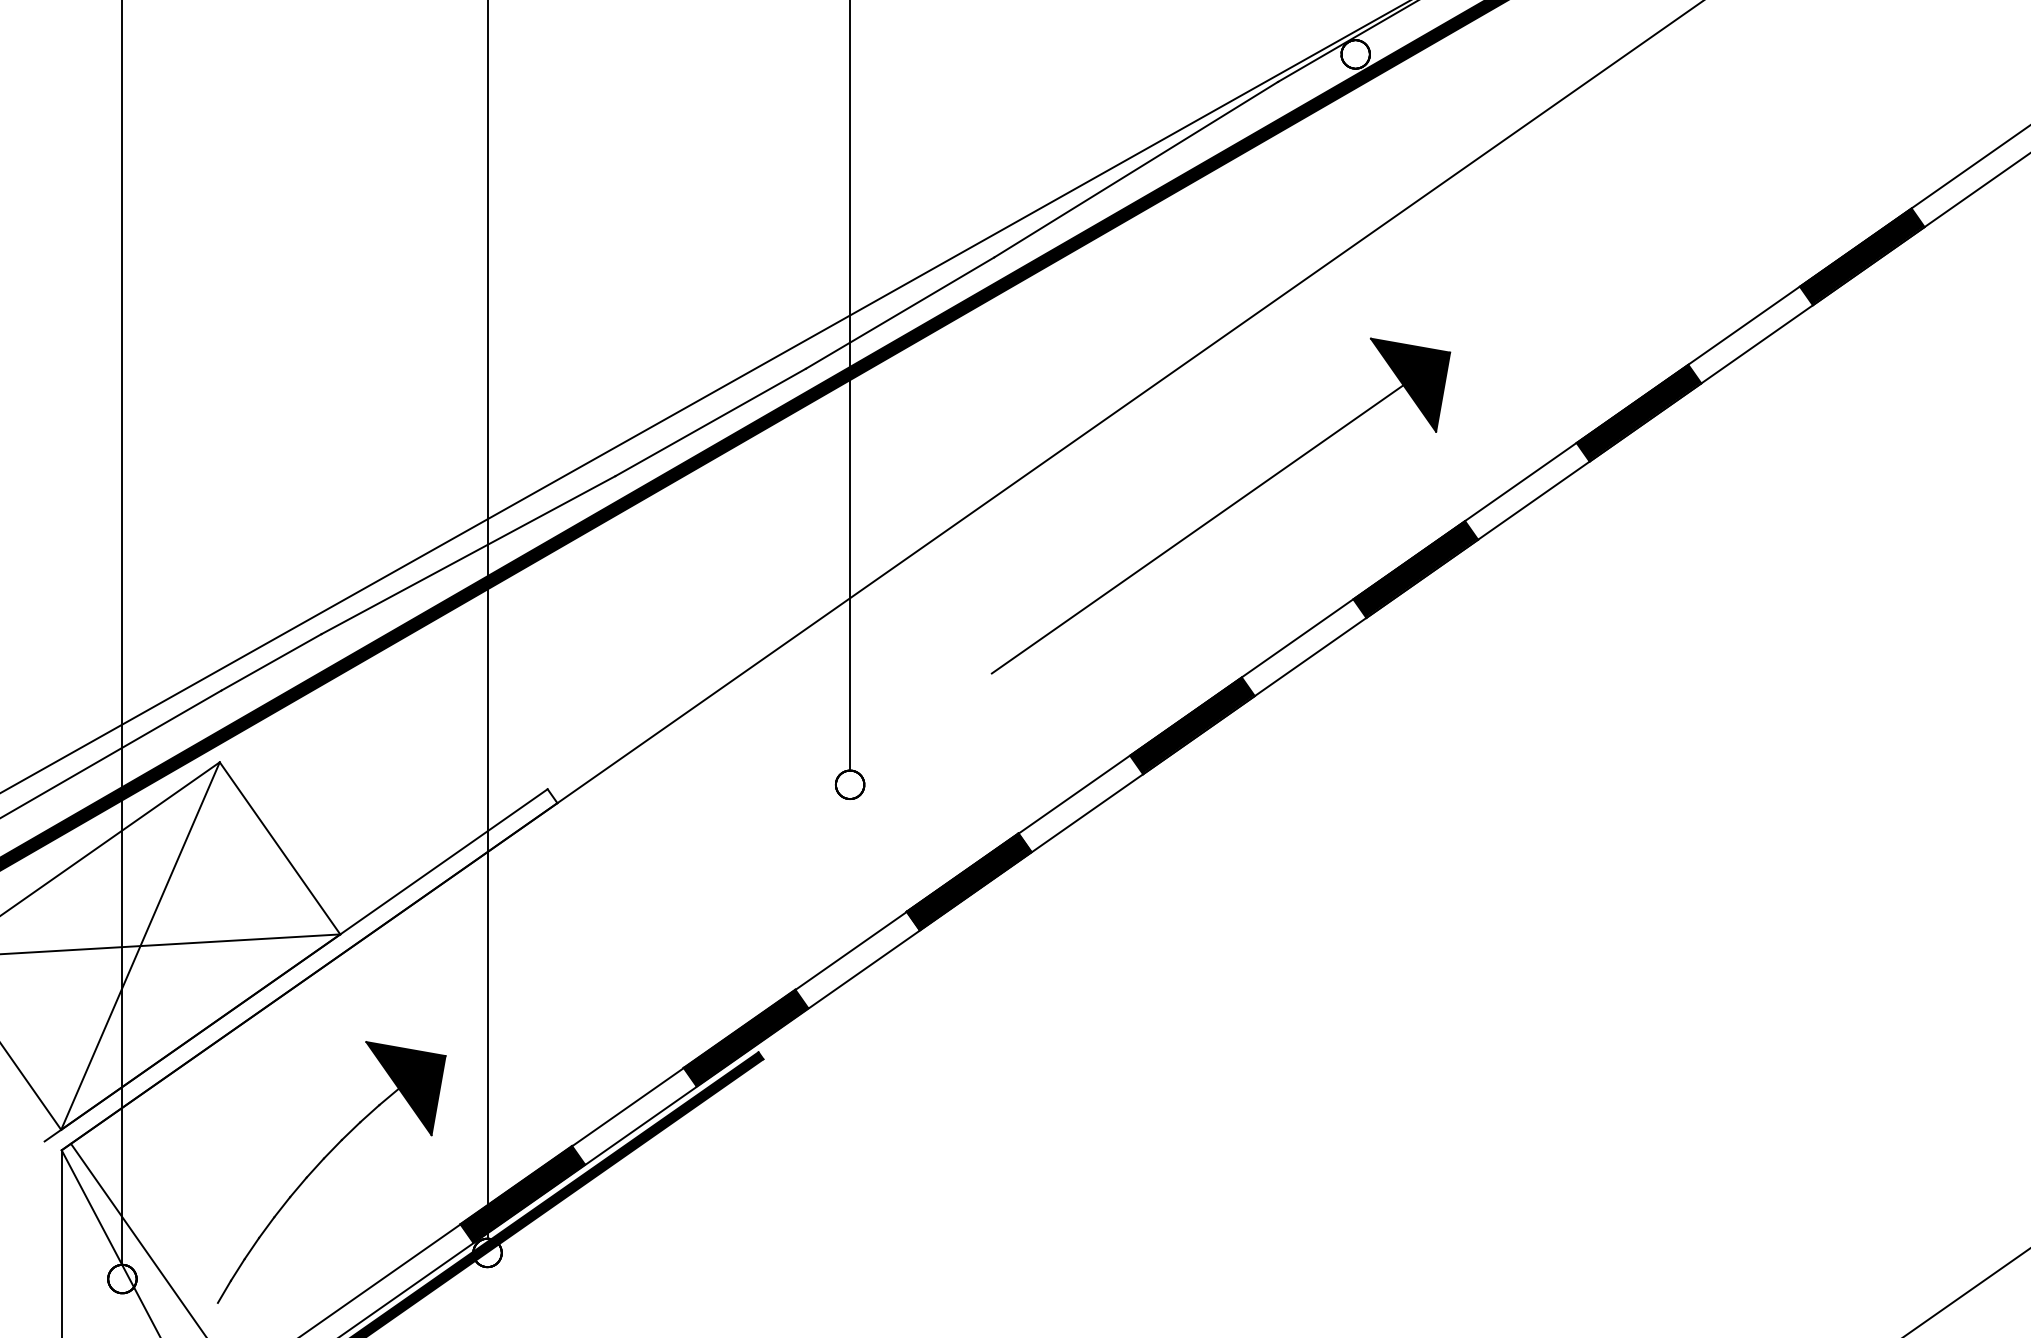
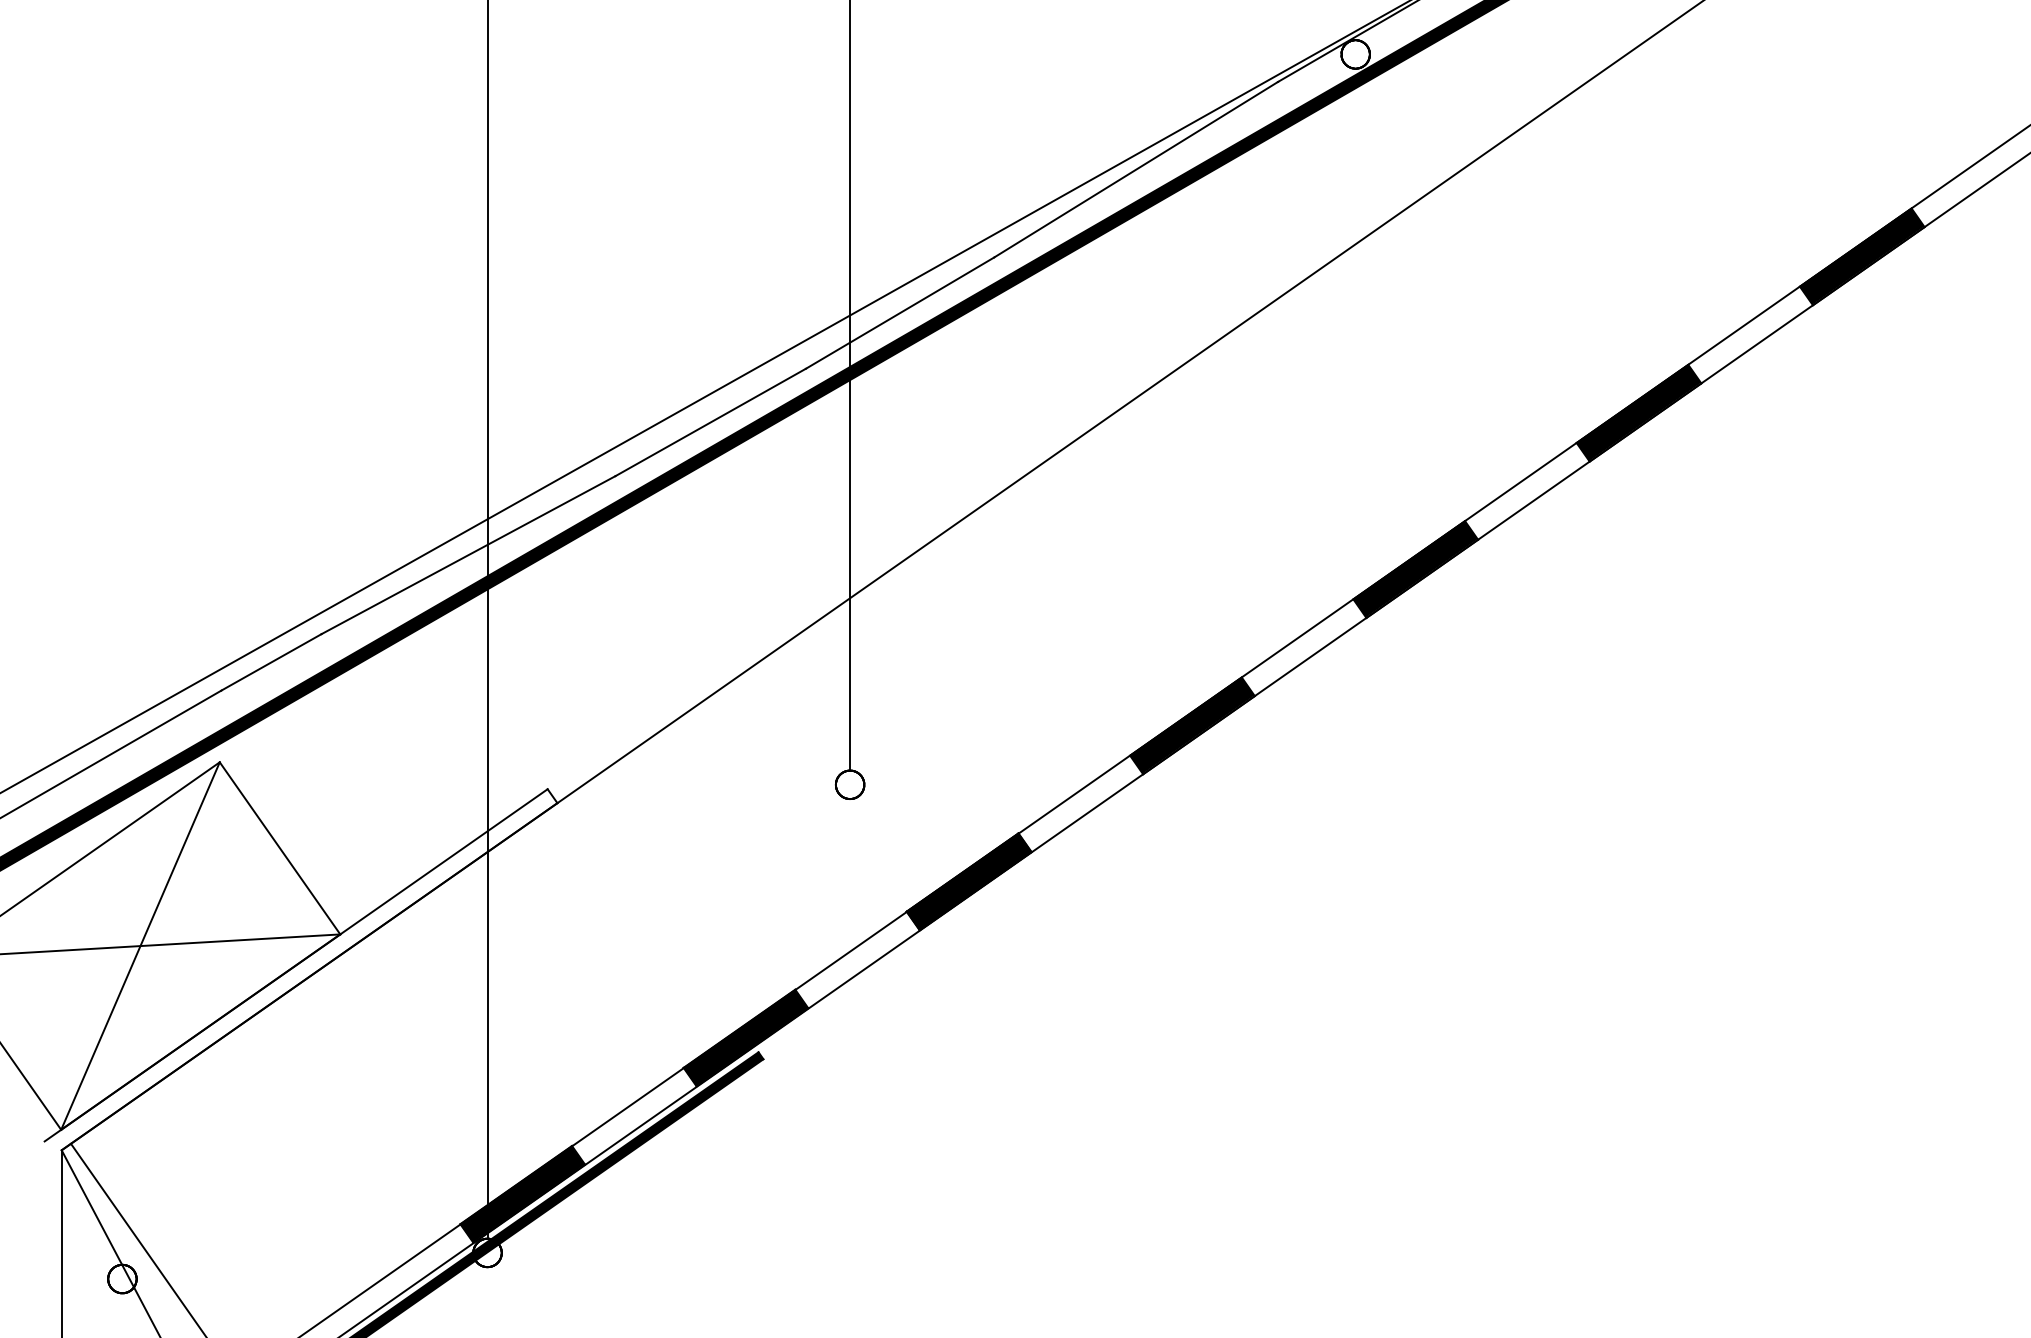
part at (1220, 505): present -> none
line at (122, 633): present -> none
part at (321, 1162): present -> none
line at (1967, 1292): present -> none
